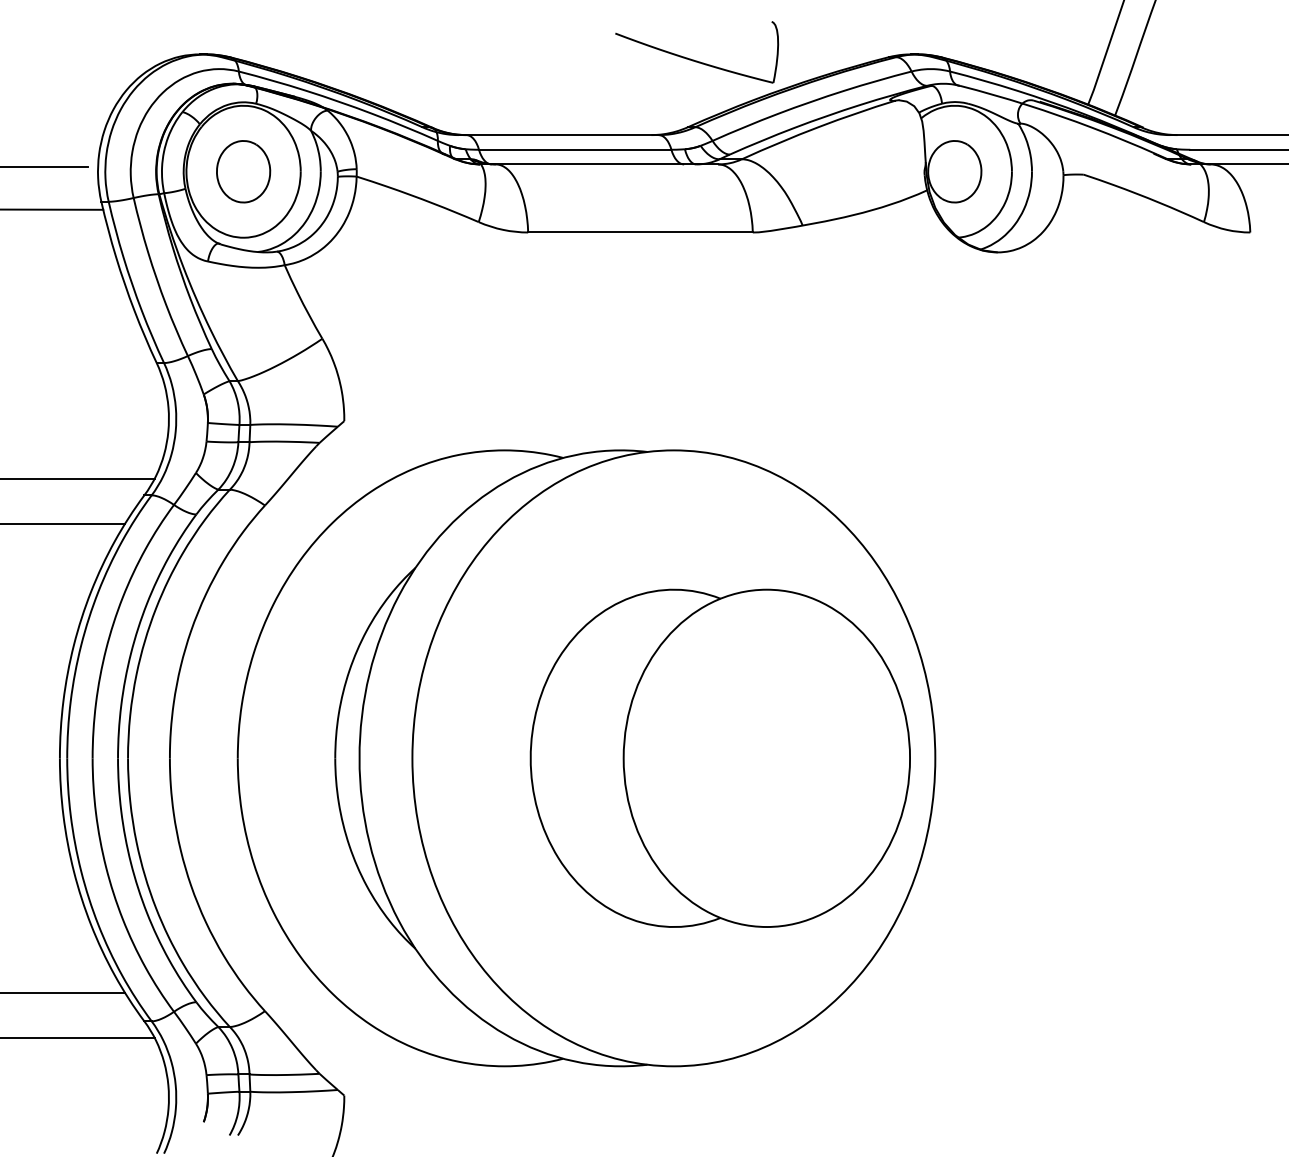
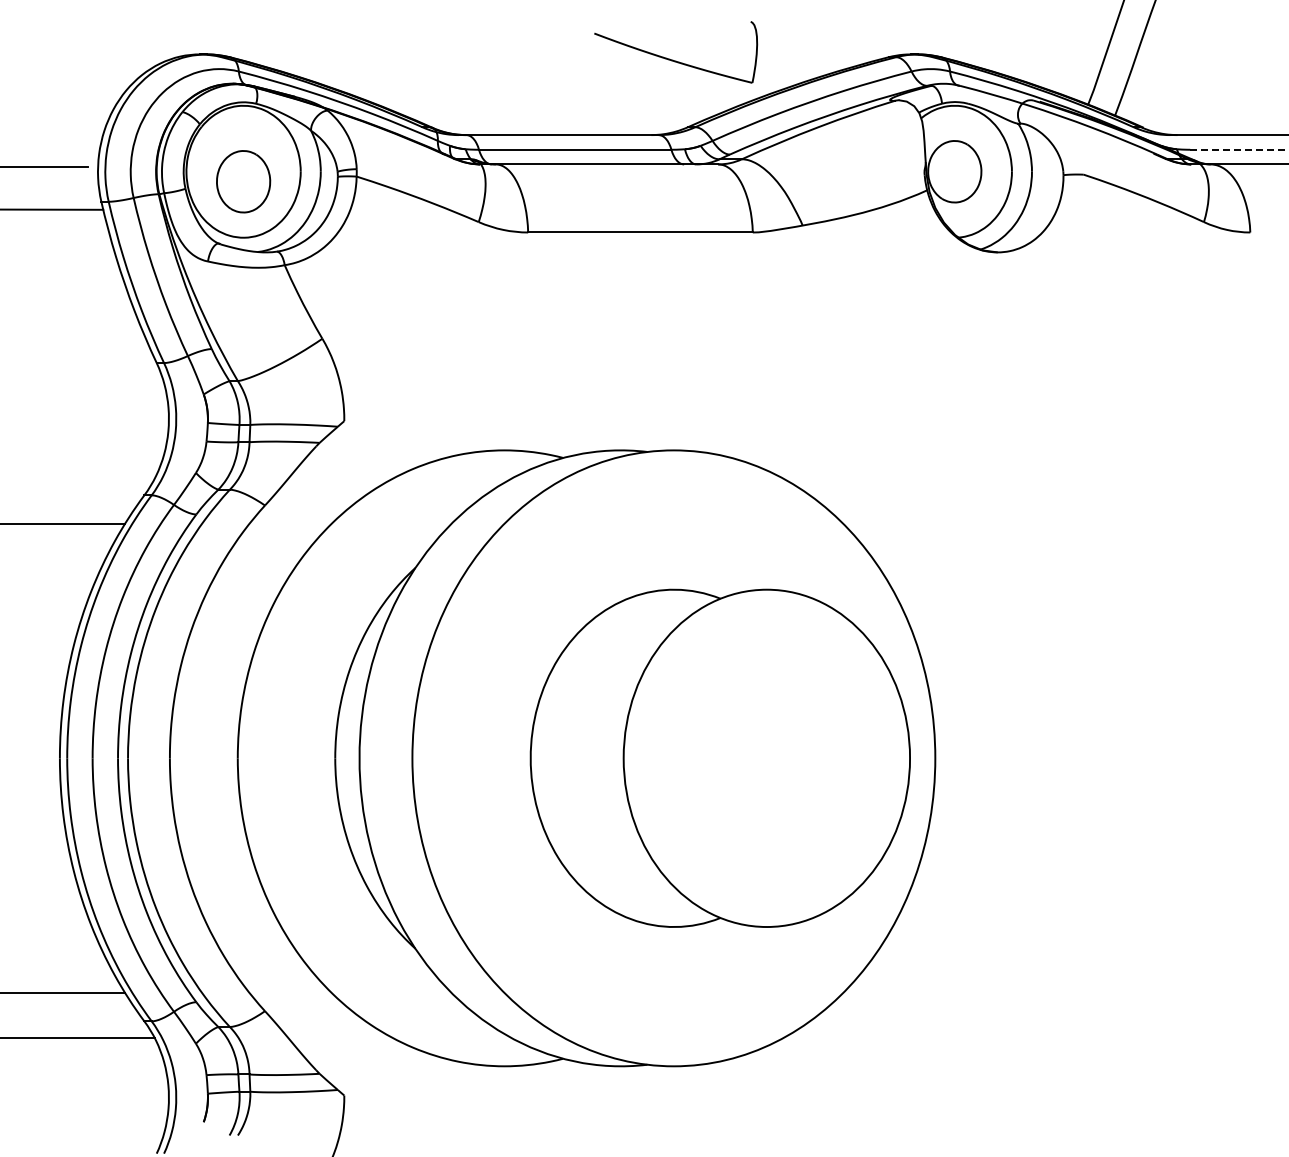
part at (697, 60) position: (697, 60) -> (676, 60)
line at (1239, 149): solid -> dashed
part at (243, 171) position: (243, 171) -> (243, 181)
line at (78, 478): present -> none
